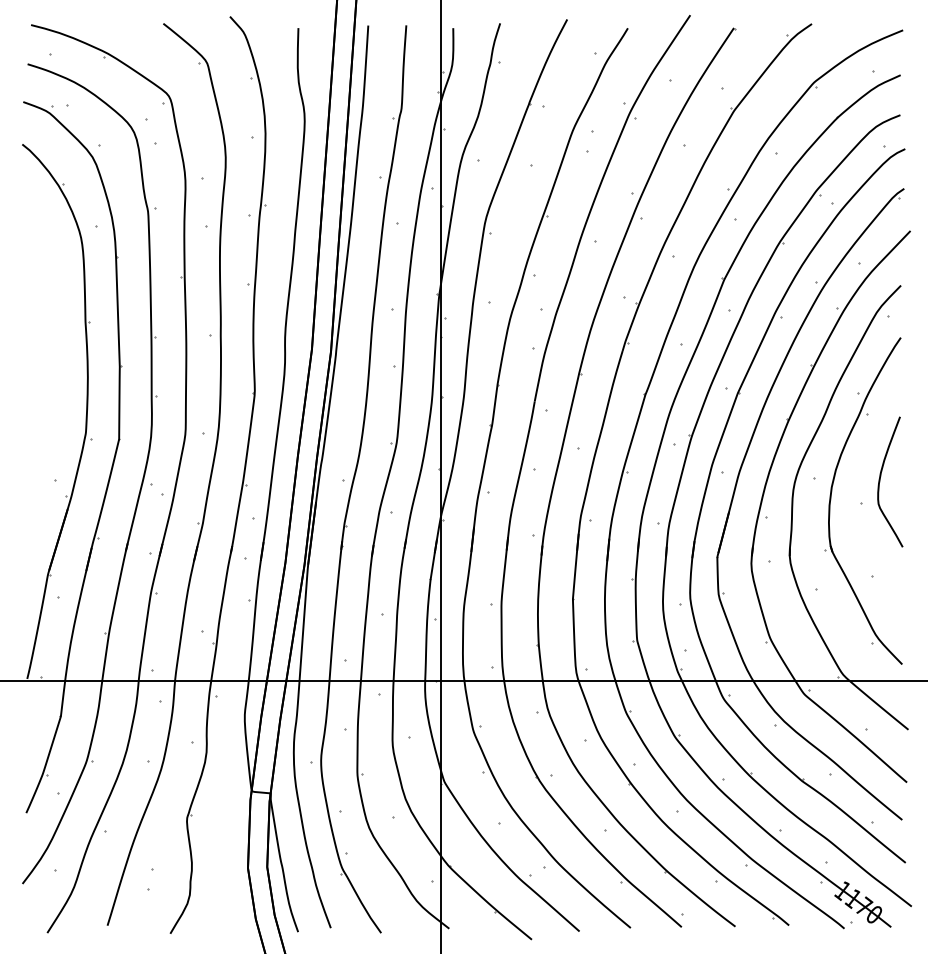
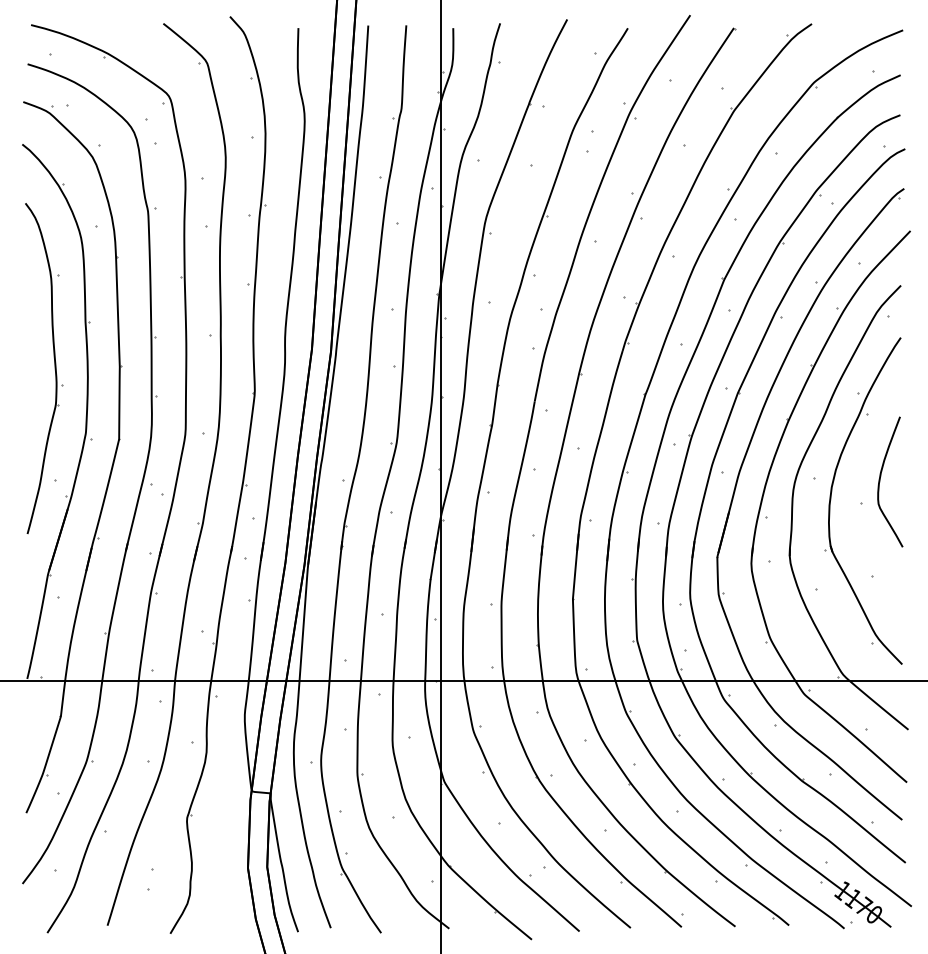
part at (54, 368): none -> present
